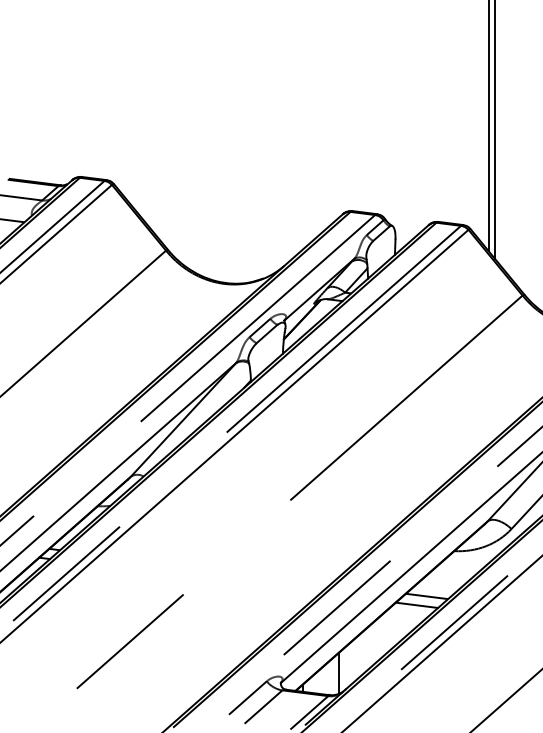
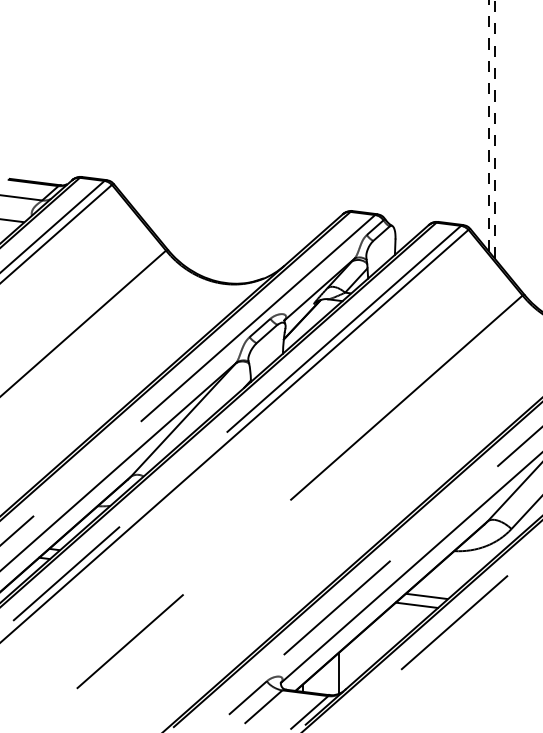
line at (488, 125): solid -> dashed
line at (494, 129): solid -> dashed
line at (441, 643): present -> none
line at (506, 700): present -> none
